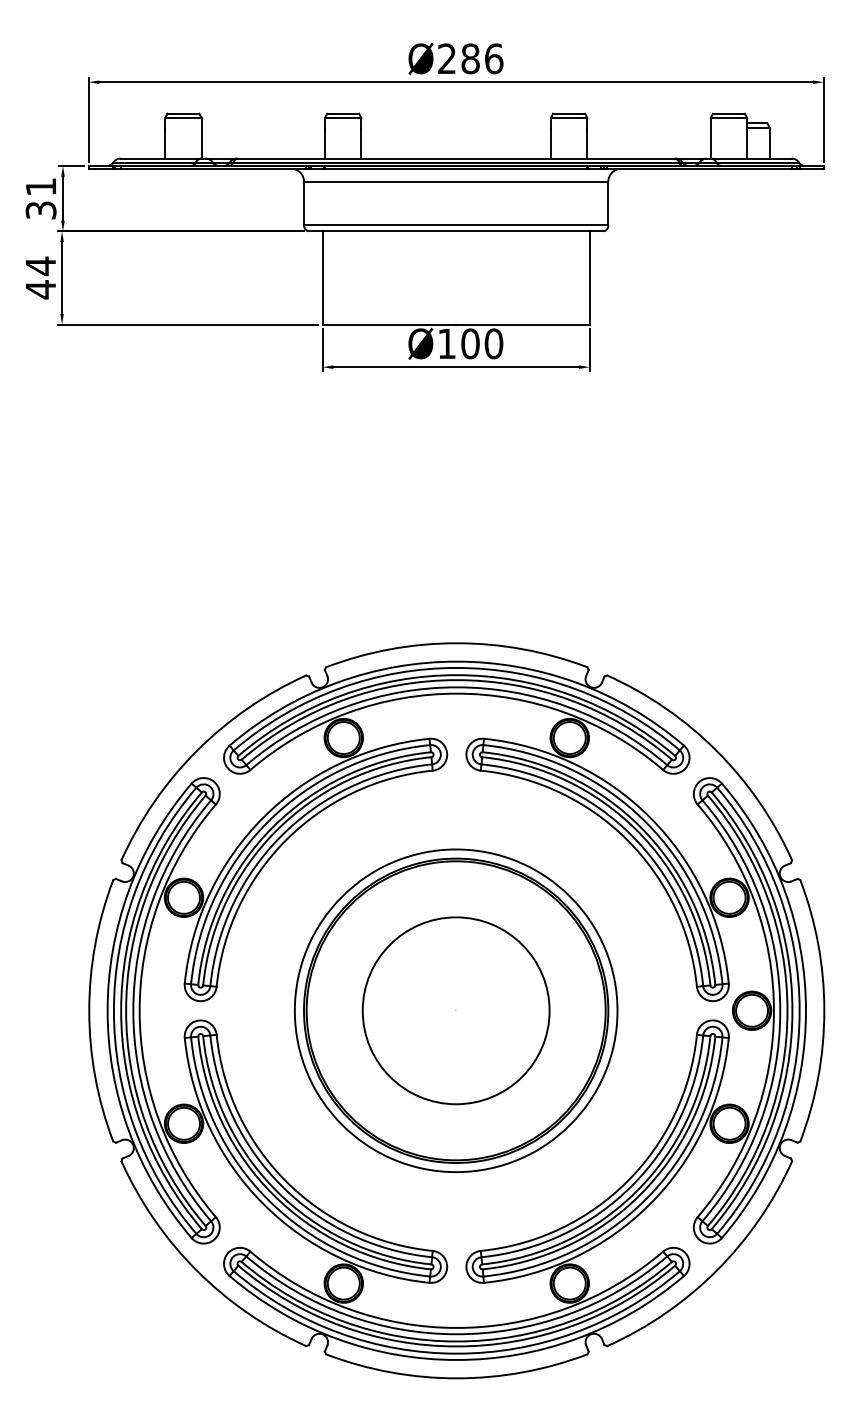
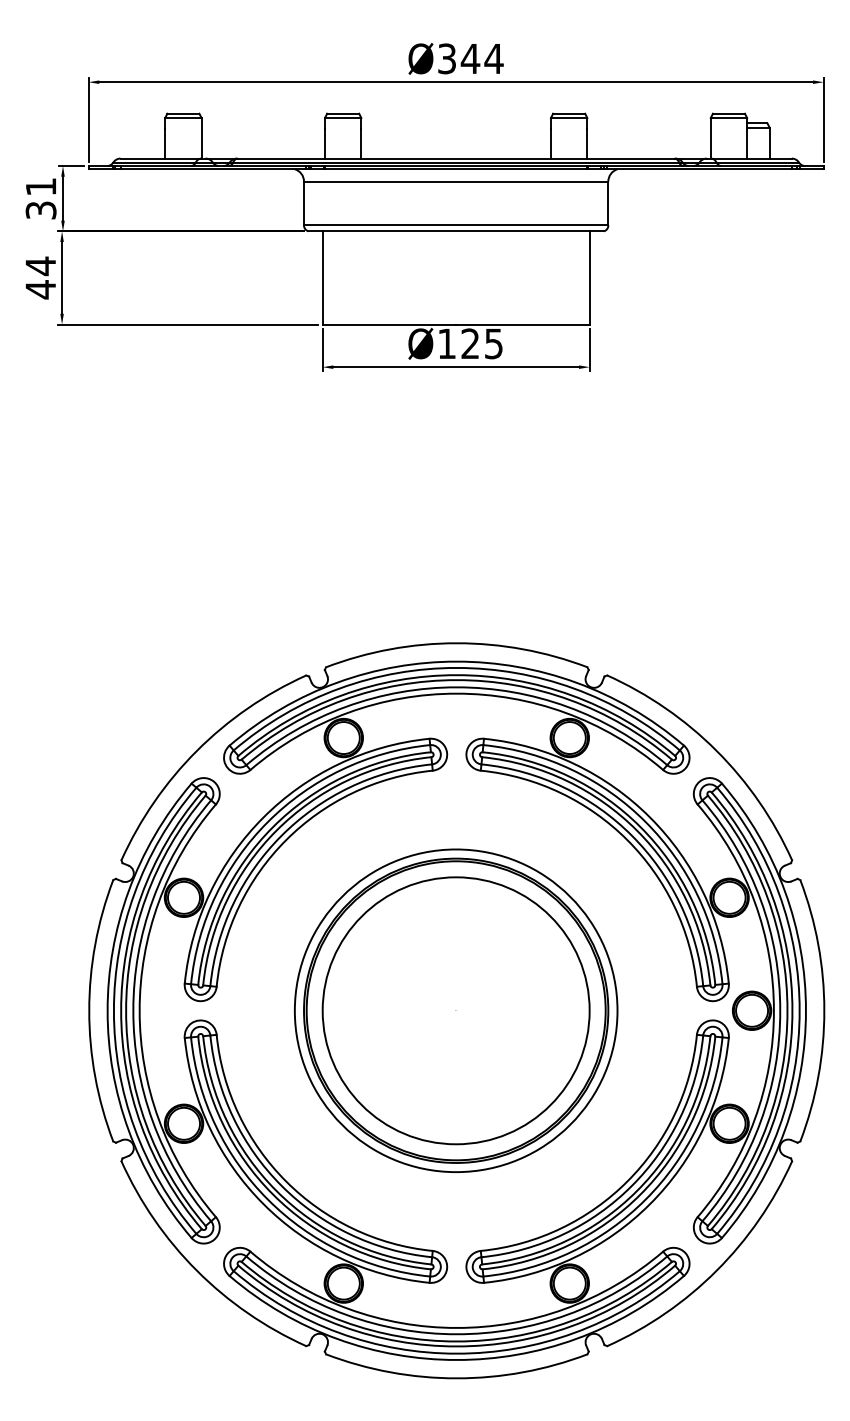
text at (470, 58): Ø286 -> Ø344
text at (482, 343): Ø100 -> Ø125
circle at (455, 1010) diameter: 187 px -> 267 px
